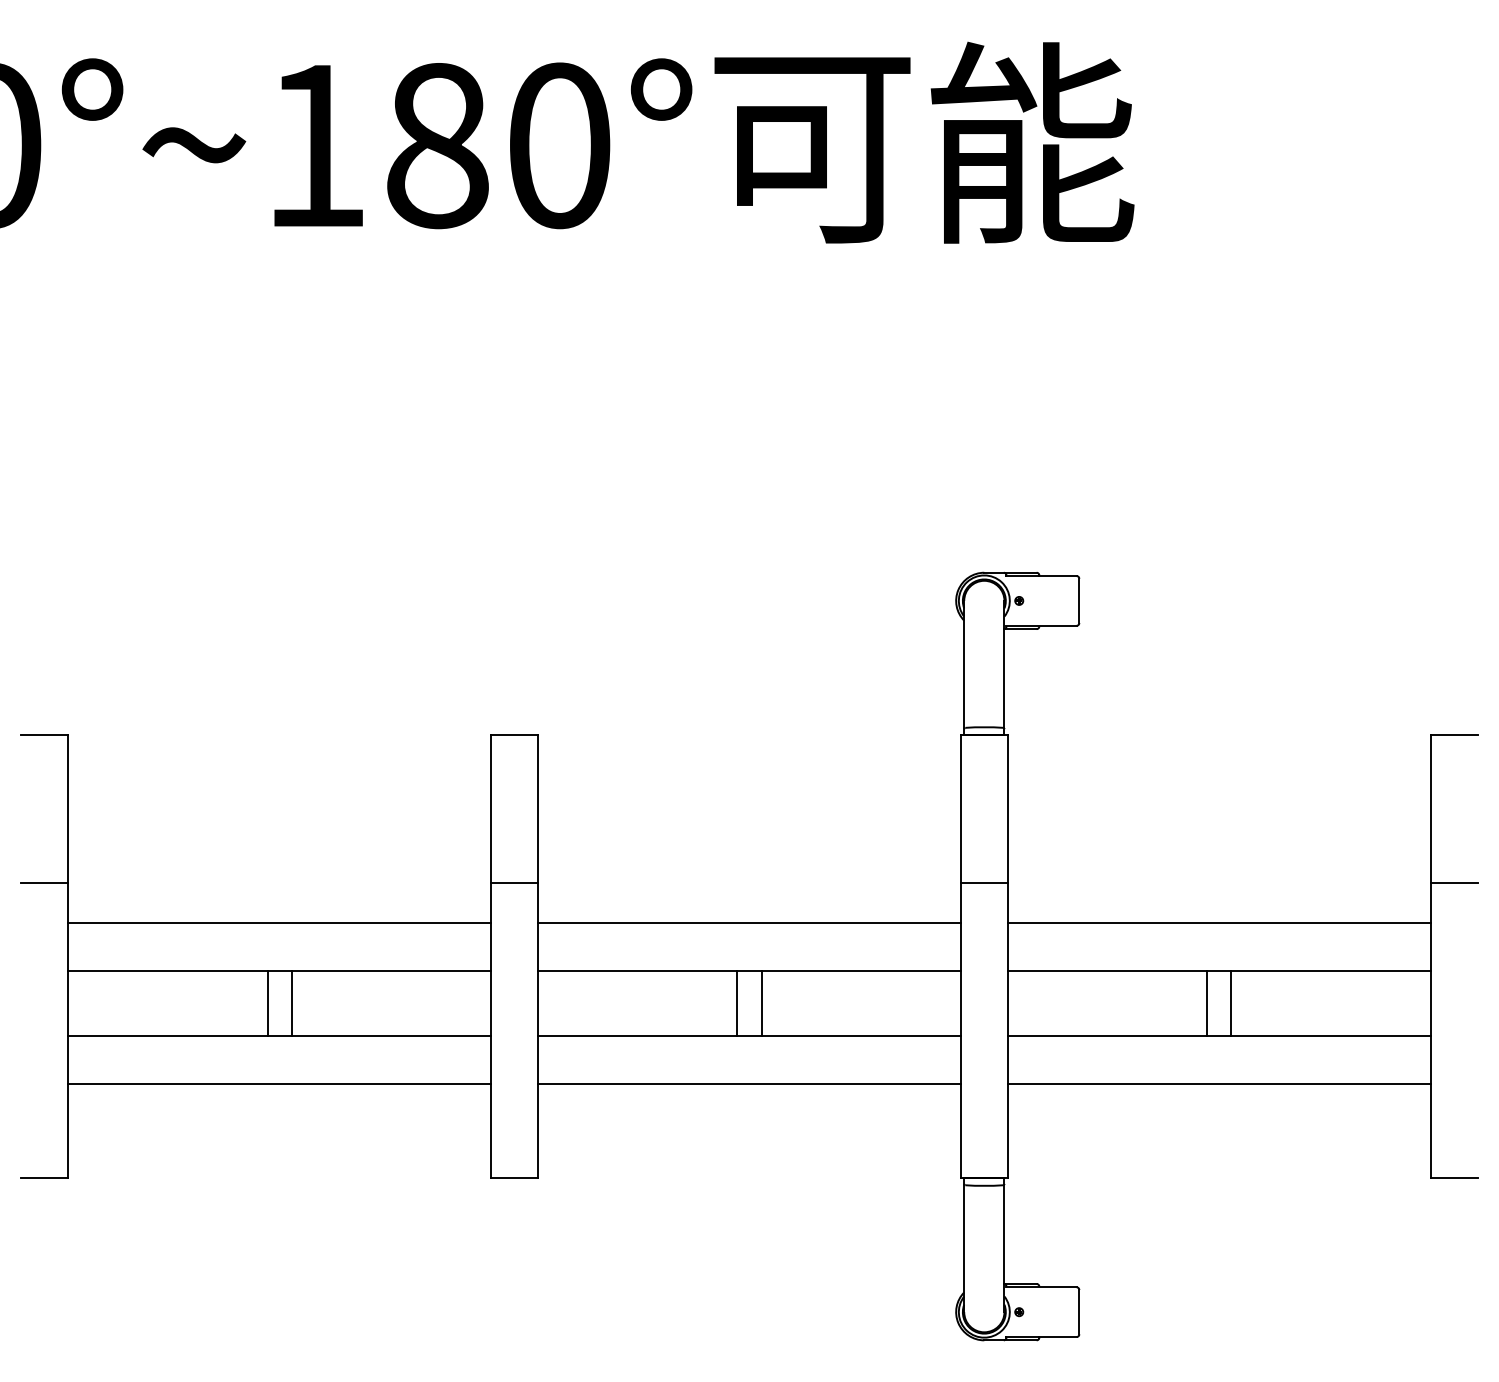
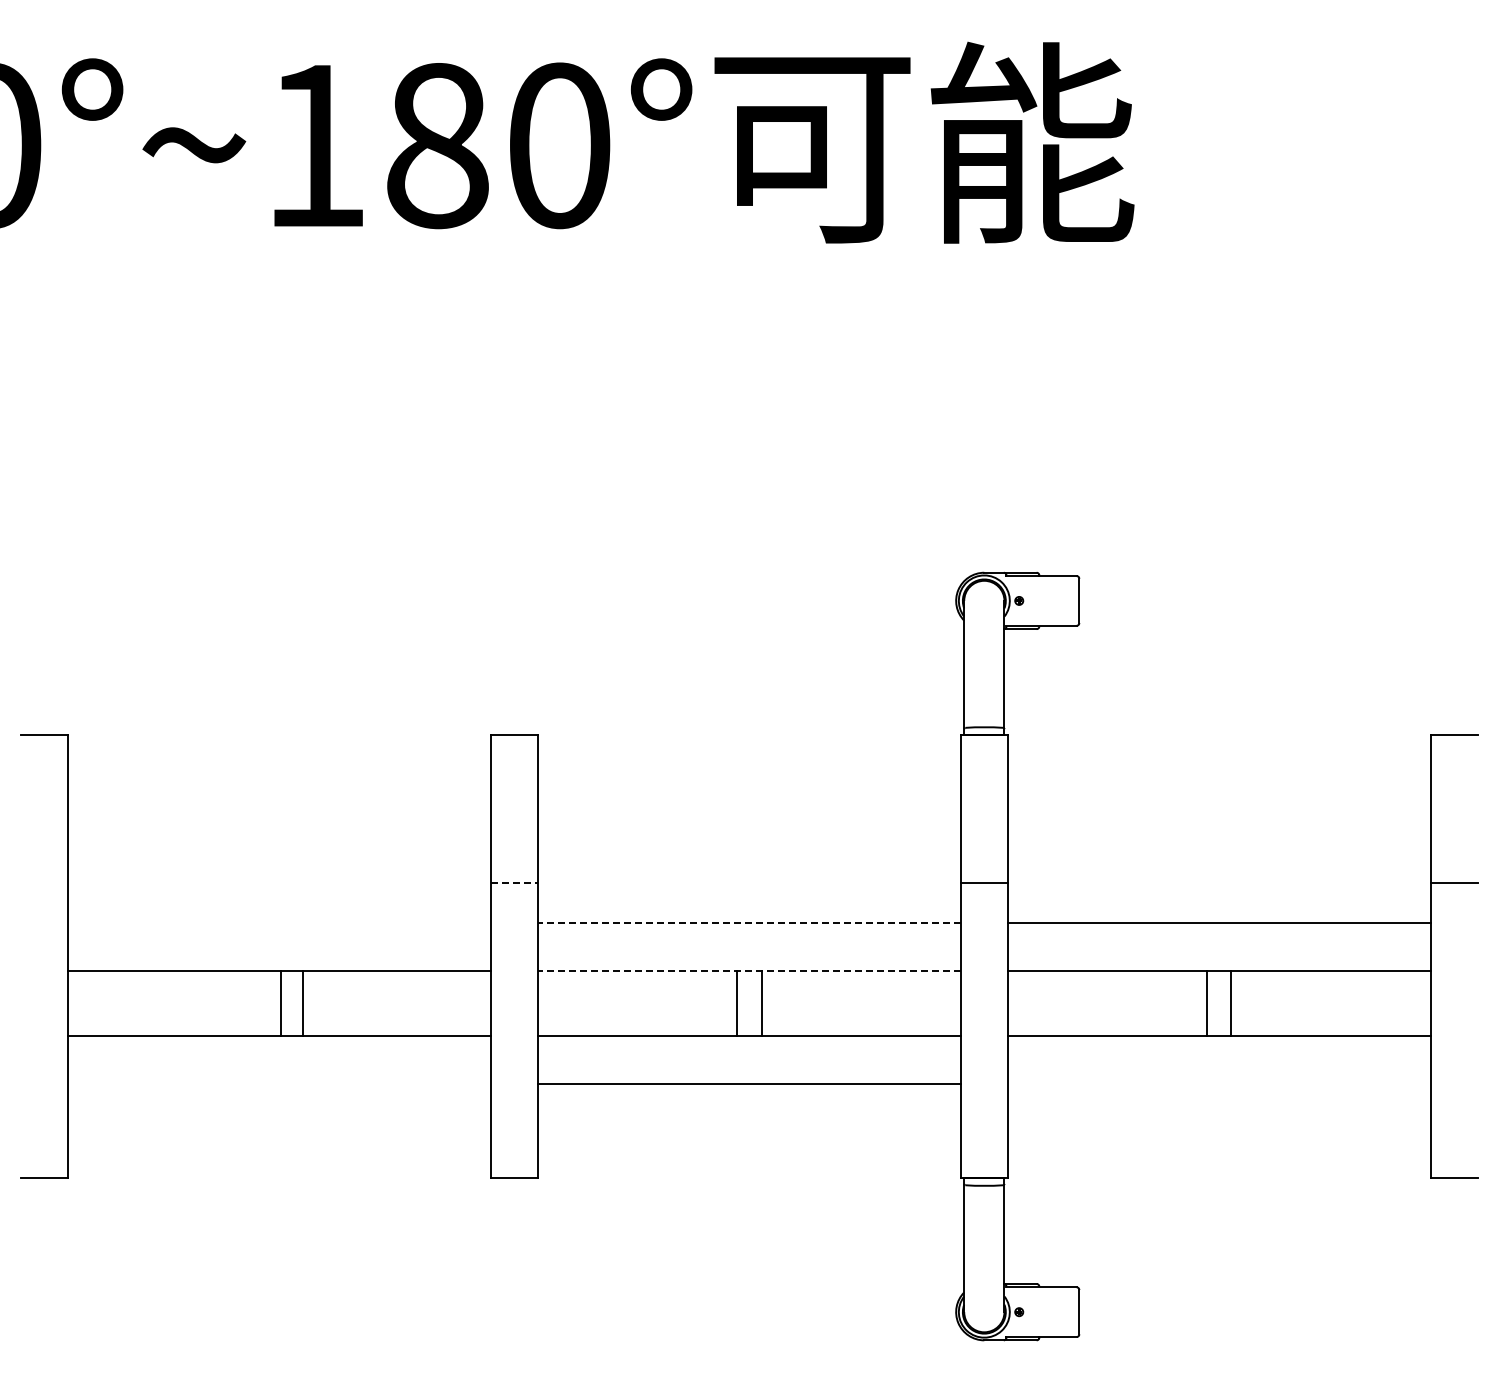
line at (44, 882): present -> none
line at (515, 882): solid -> dashed
line at (279, 923): present -> none
line at (749, 923): solid -> dashed
line at (749, 971): solid -> dashed
line at (267, 1003) position: (267, 1003) -> (280, 1003)
line at (291, 1003) position: (291, 1003) -> (302, 1003)
line at (279, 1084): present -> none
line at (1218, 1084): present -> none
